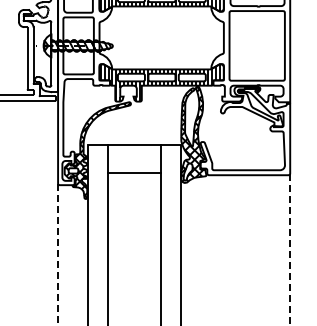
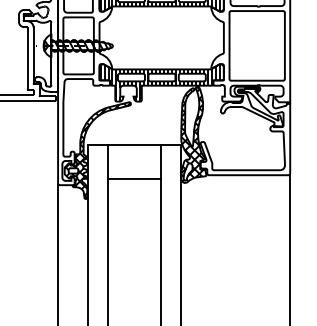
line at (133, 172) position: (133, 172) -> (133, 178)
line at (290, 249): dashed -> solid
line at (58, 254): dashed -> solid
